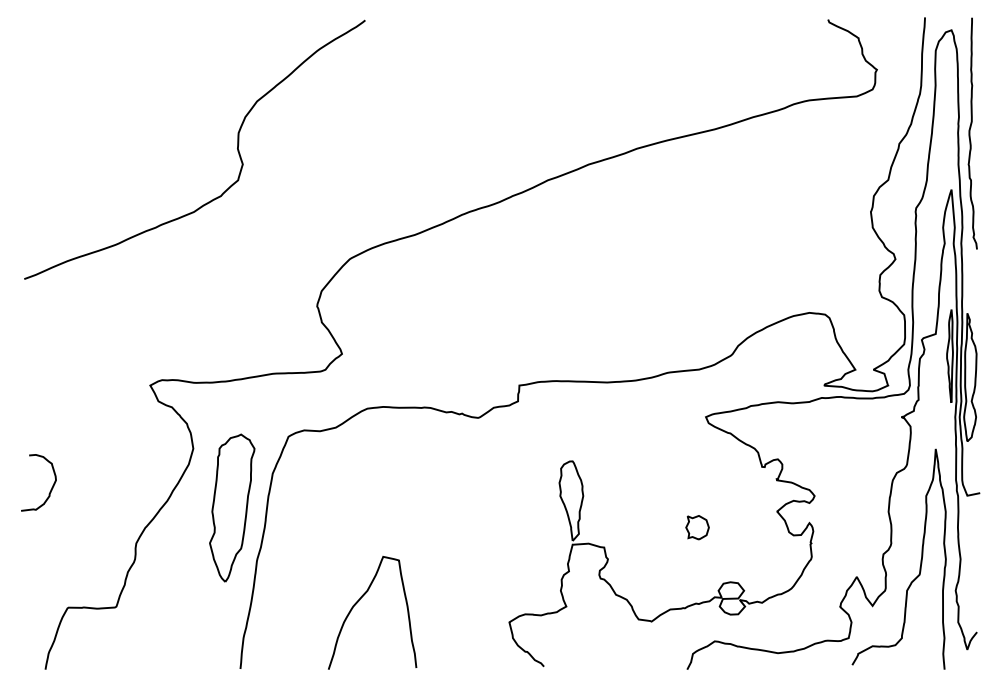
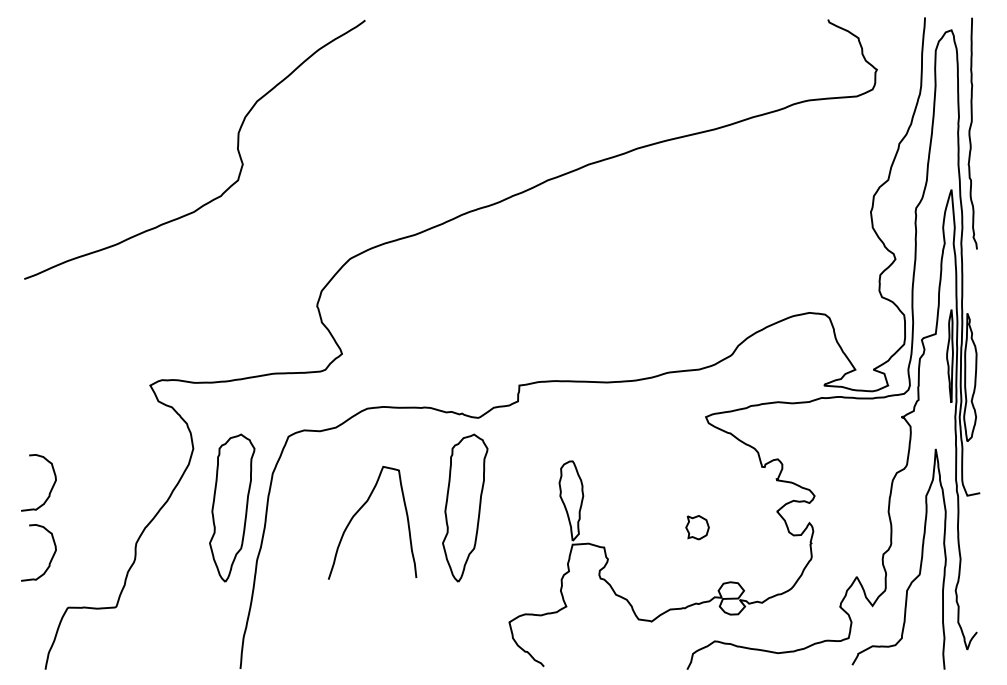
part at (465, 507): none -> present
curve at (50, 559): none -> present
curve at (359, 601) position: (359, 601) -> (359, 511)
